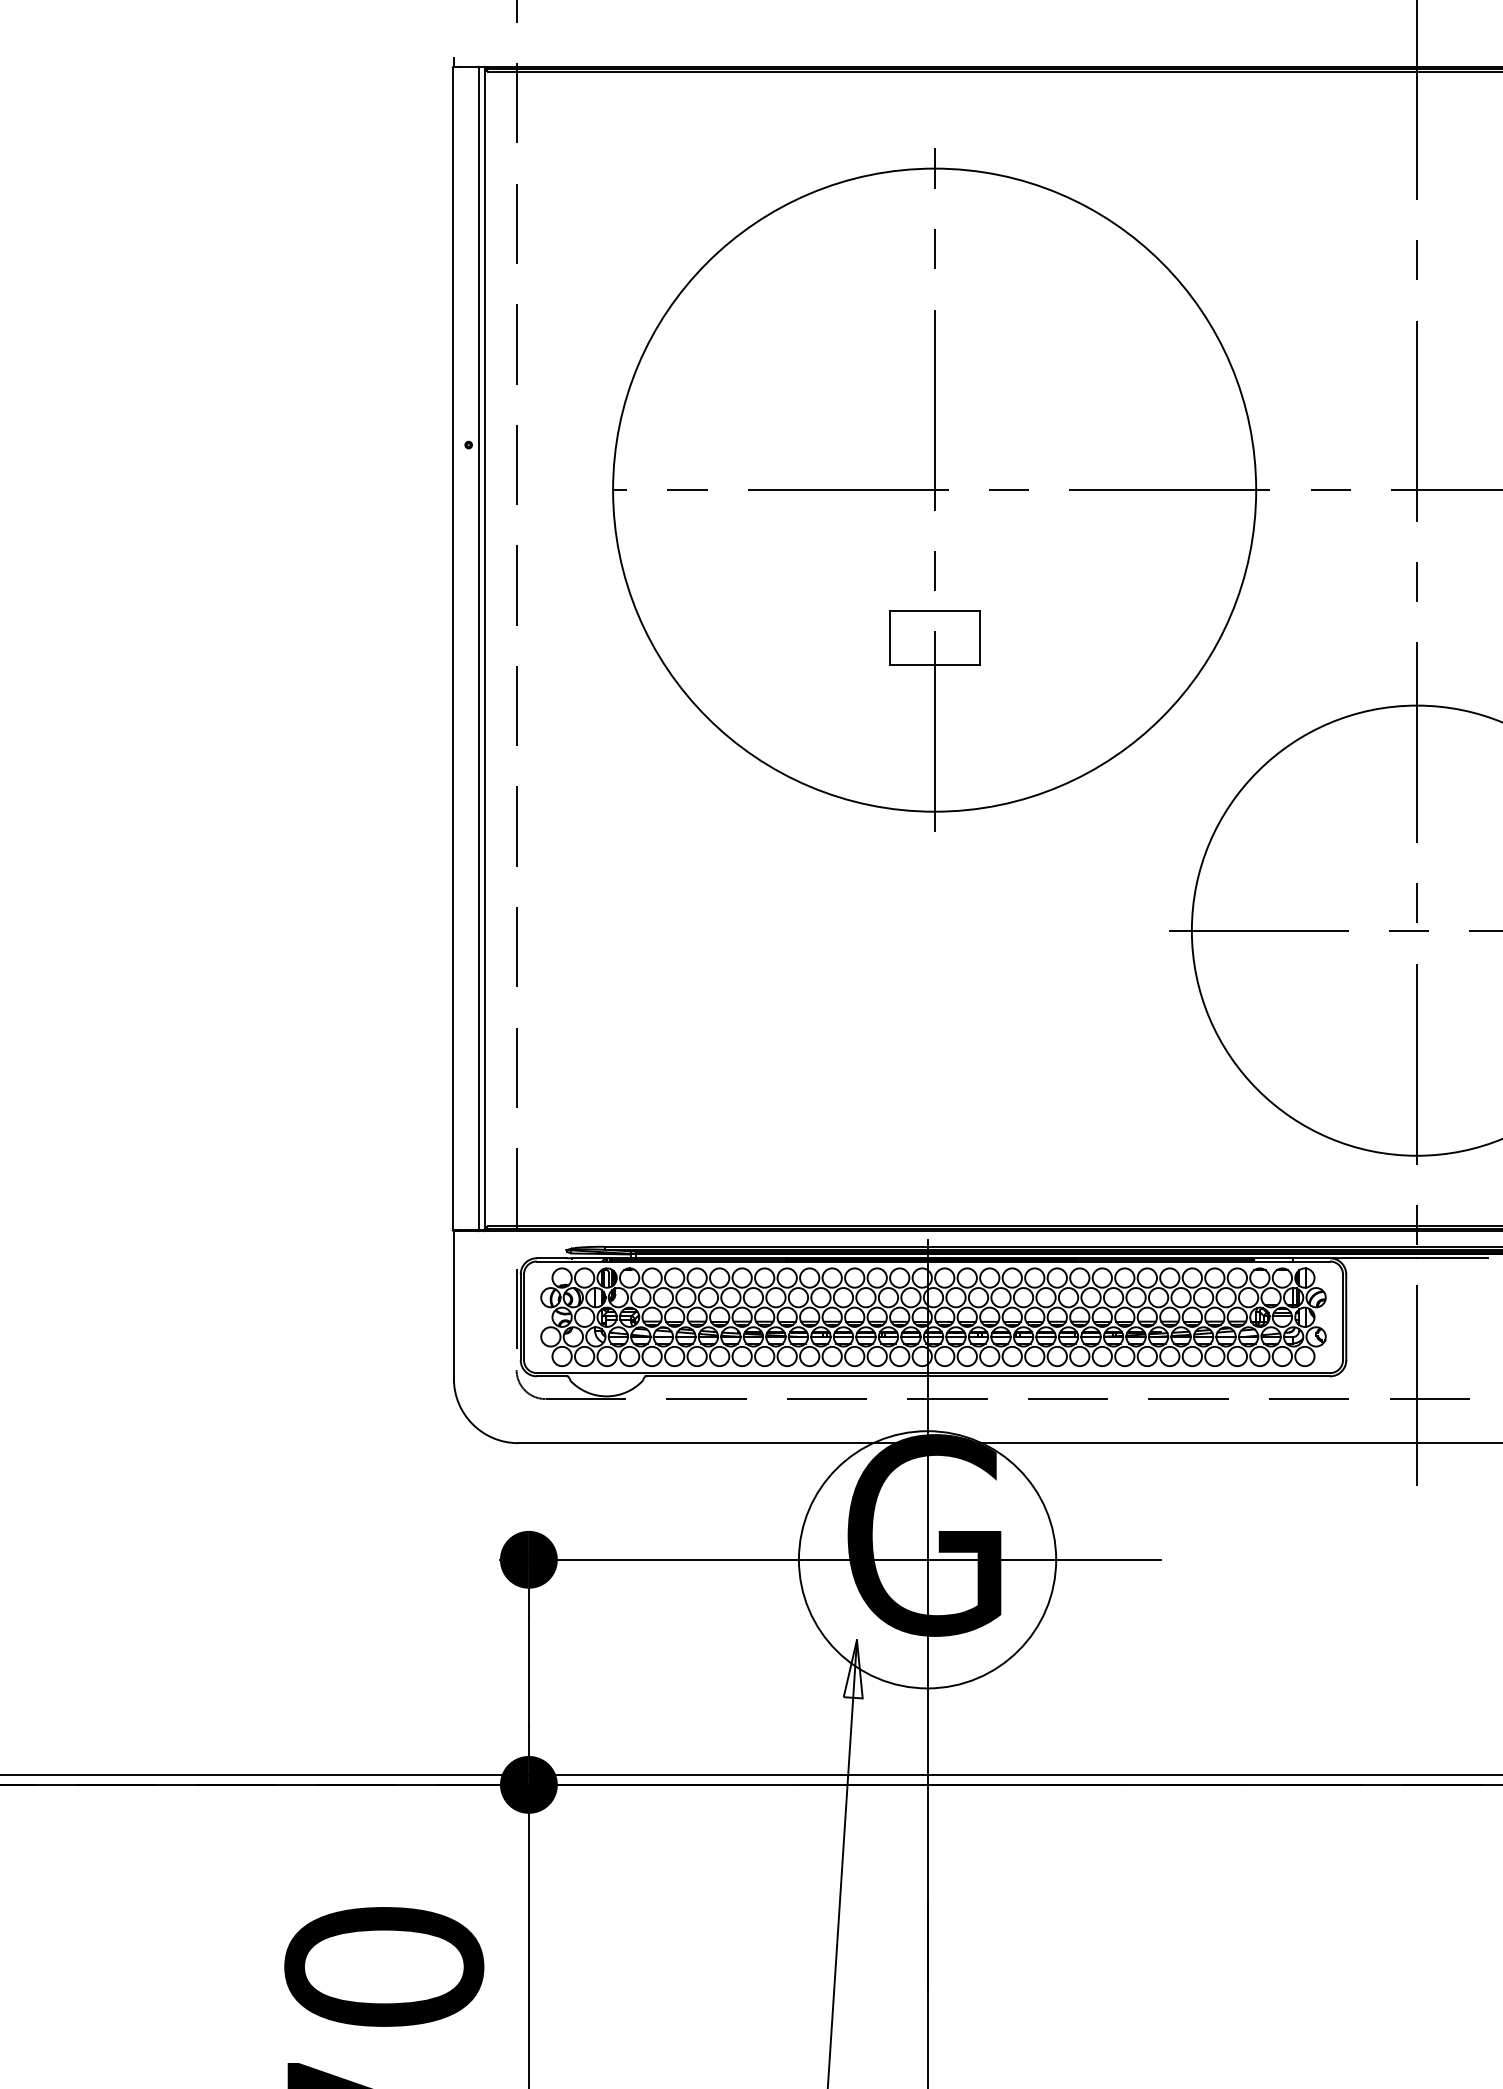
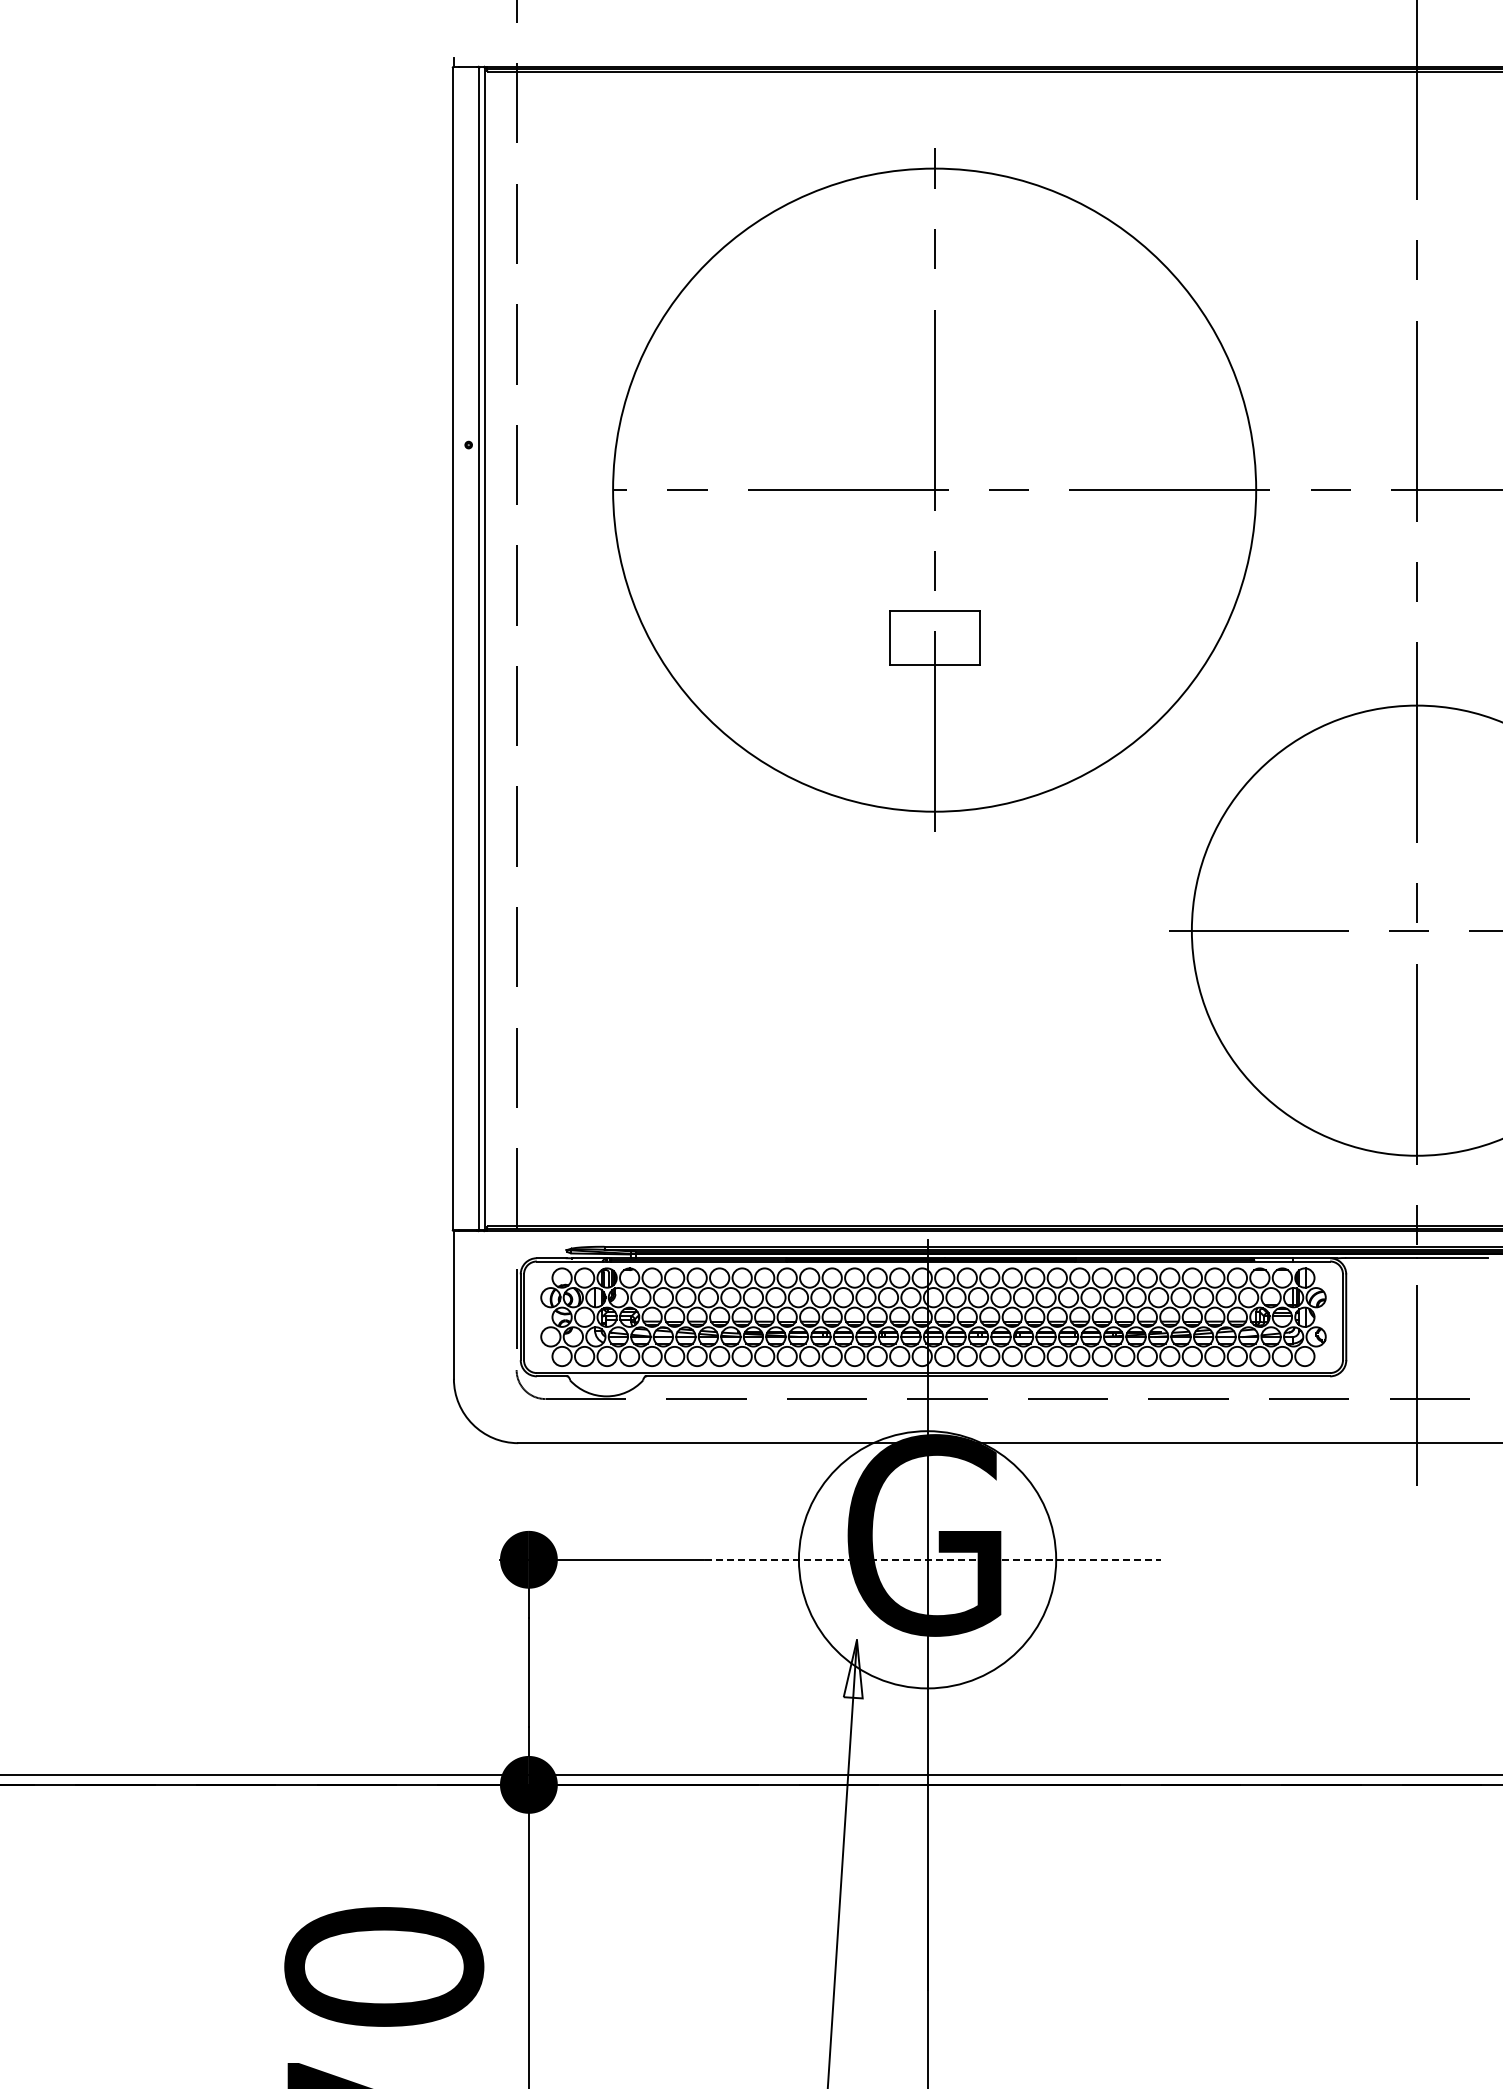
line at (932, 1559): solid -> dashed
